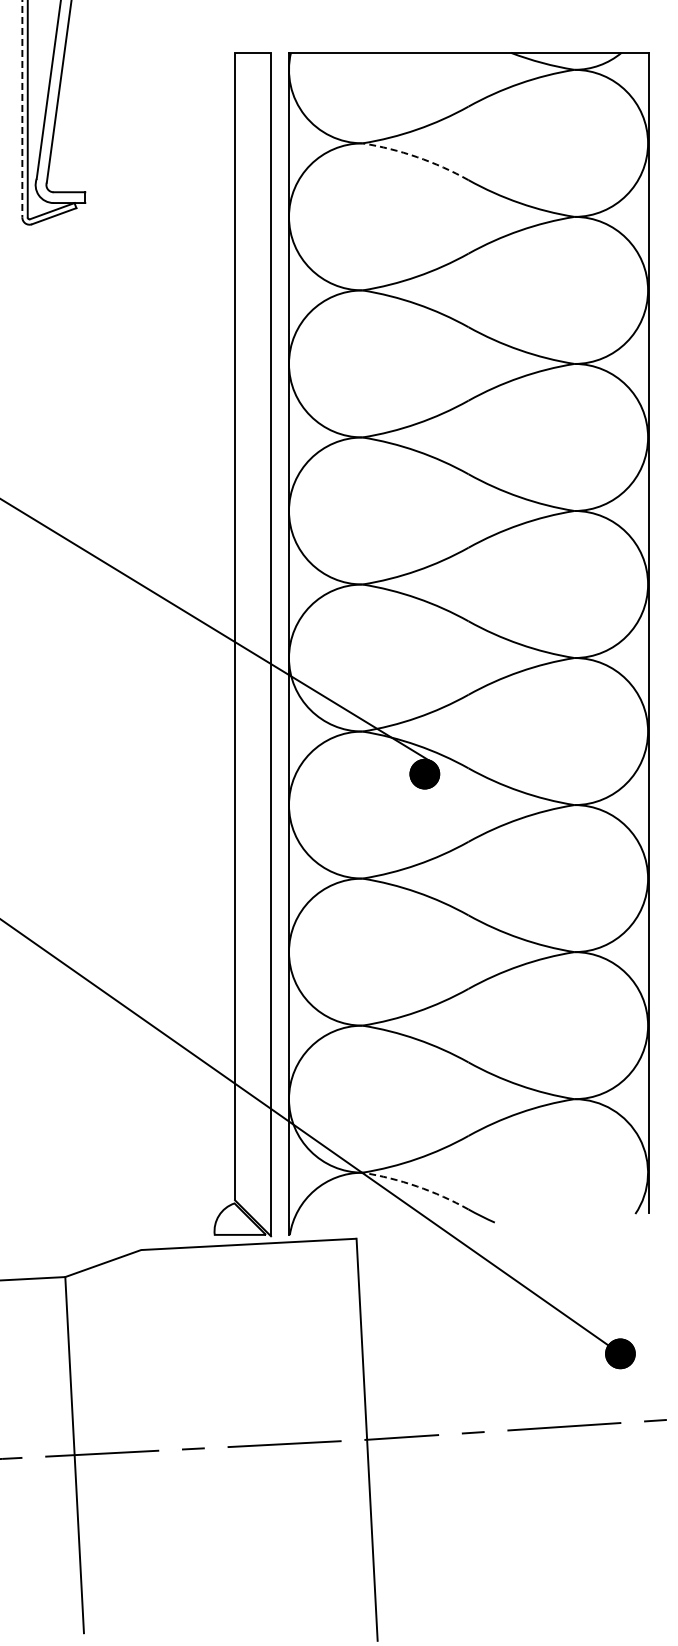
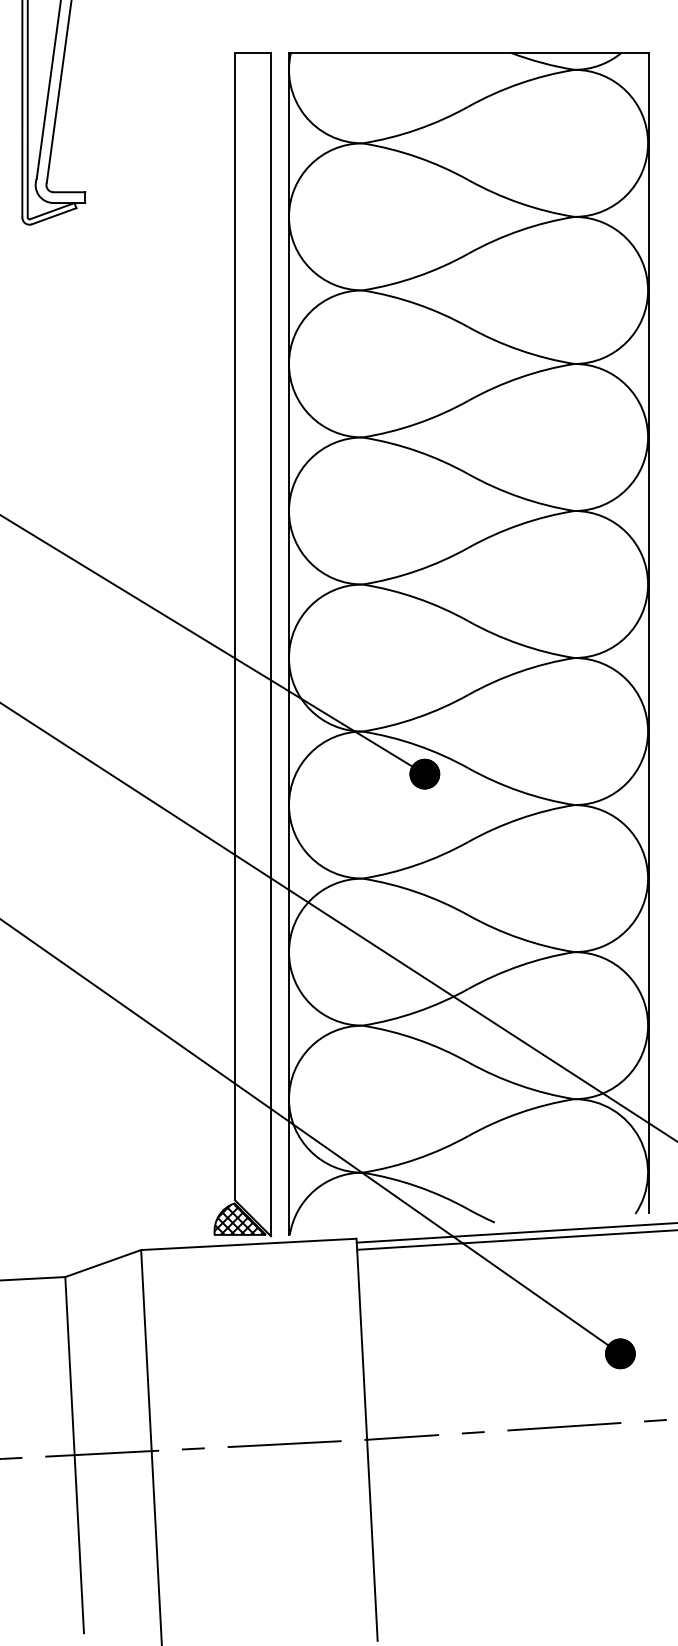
line at (22, 109): dashed -> solid
arc at (417, 157): dashed -> solid
line at (216, 631) position: (216, 631) -> (213, 645)
line at (338, 921): none -> present
arc at (417, 1186): dashed -> solid
hatch at (239, 1218): none -> present
line at (515, 1232): none -> present
line at (515, 1239): none -> present
line at (151, 1446): none -> present
